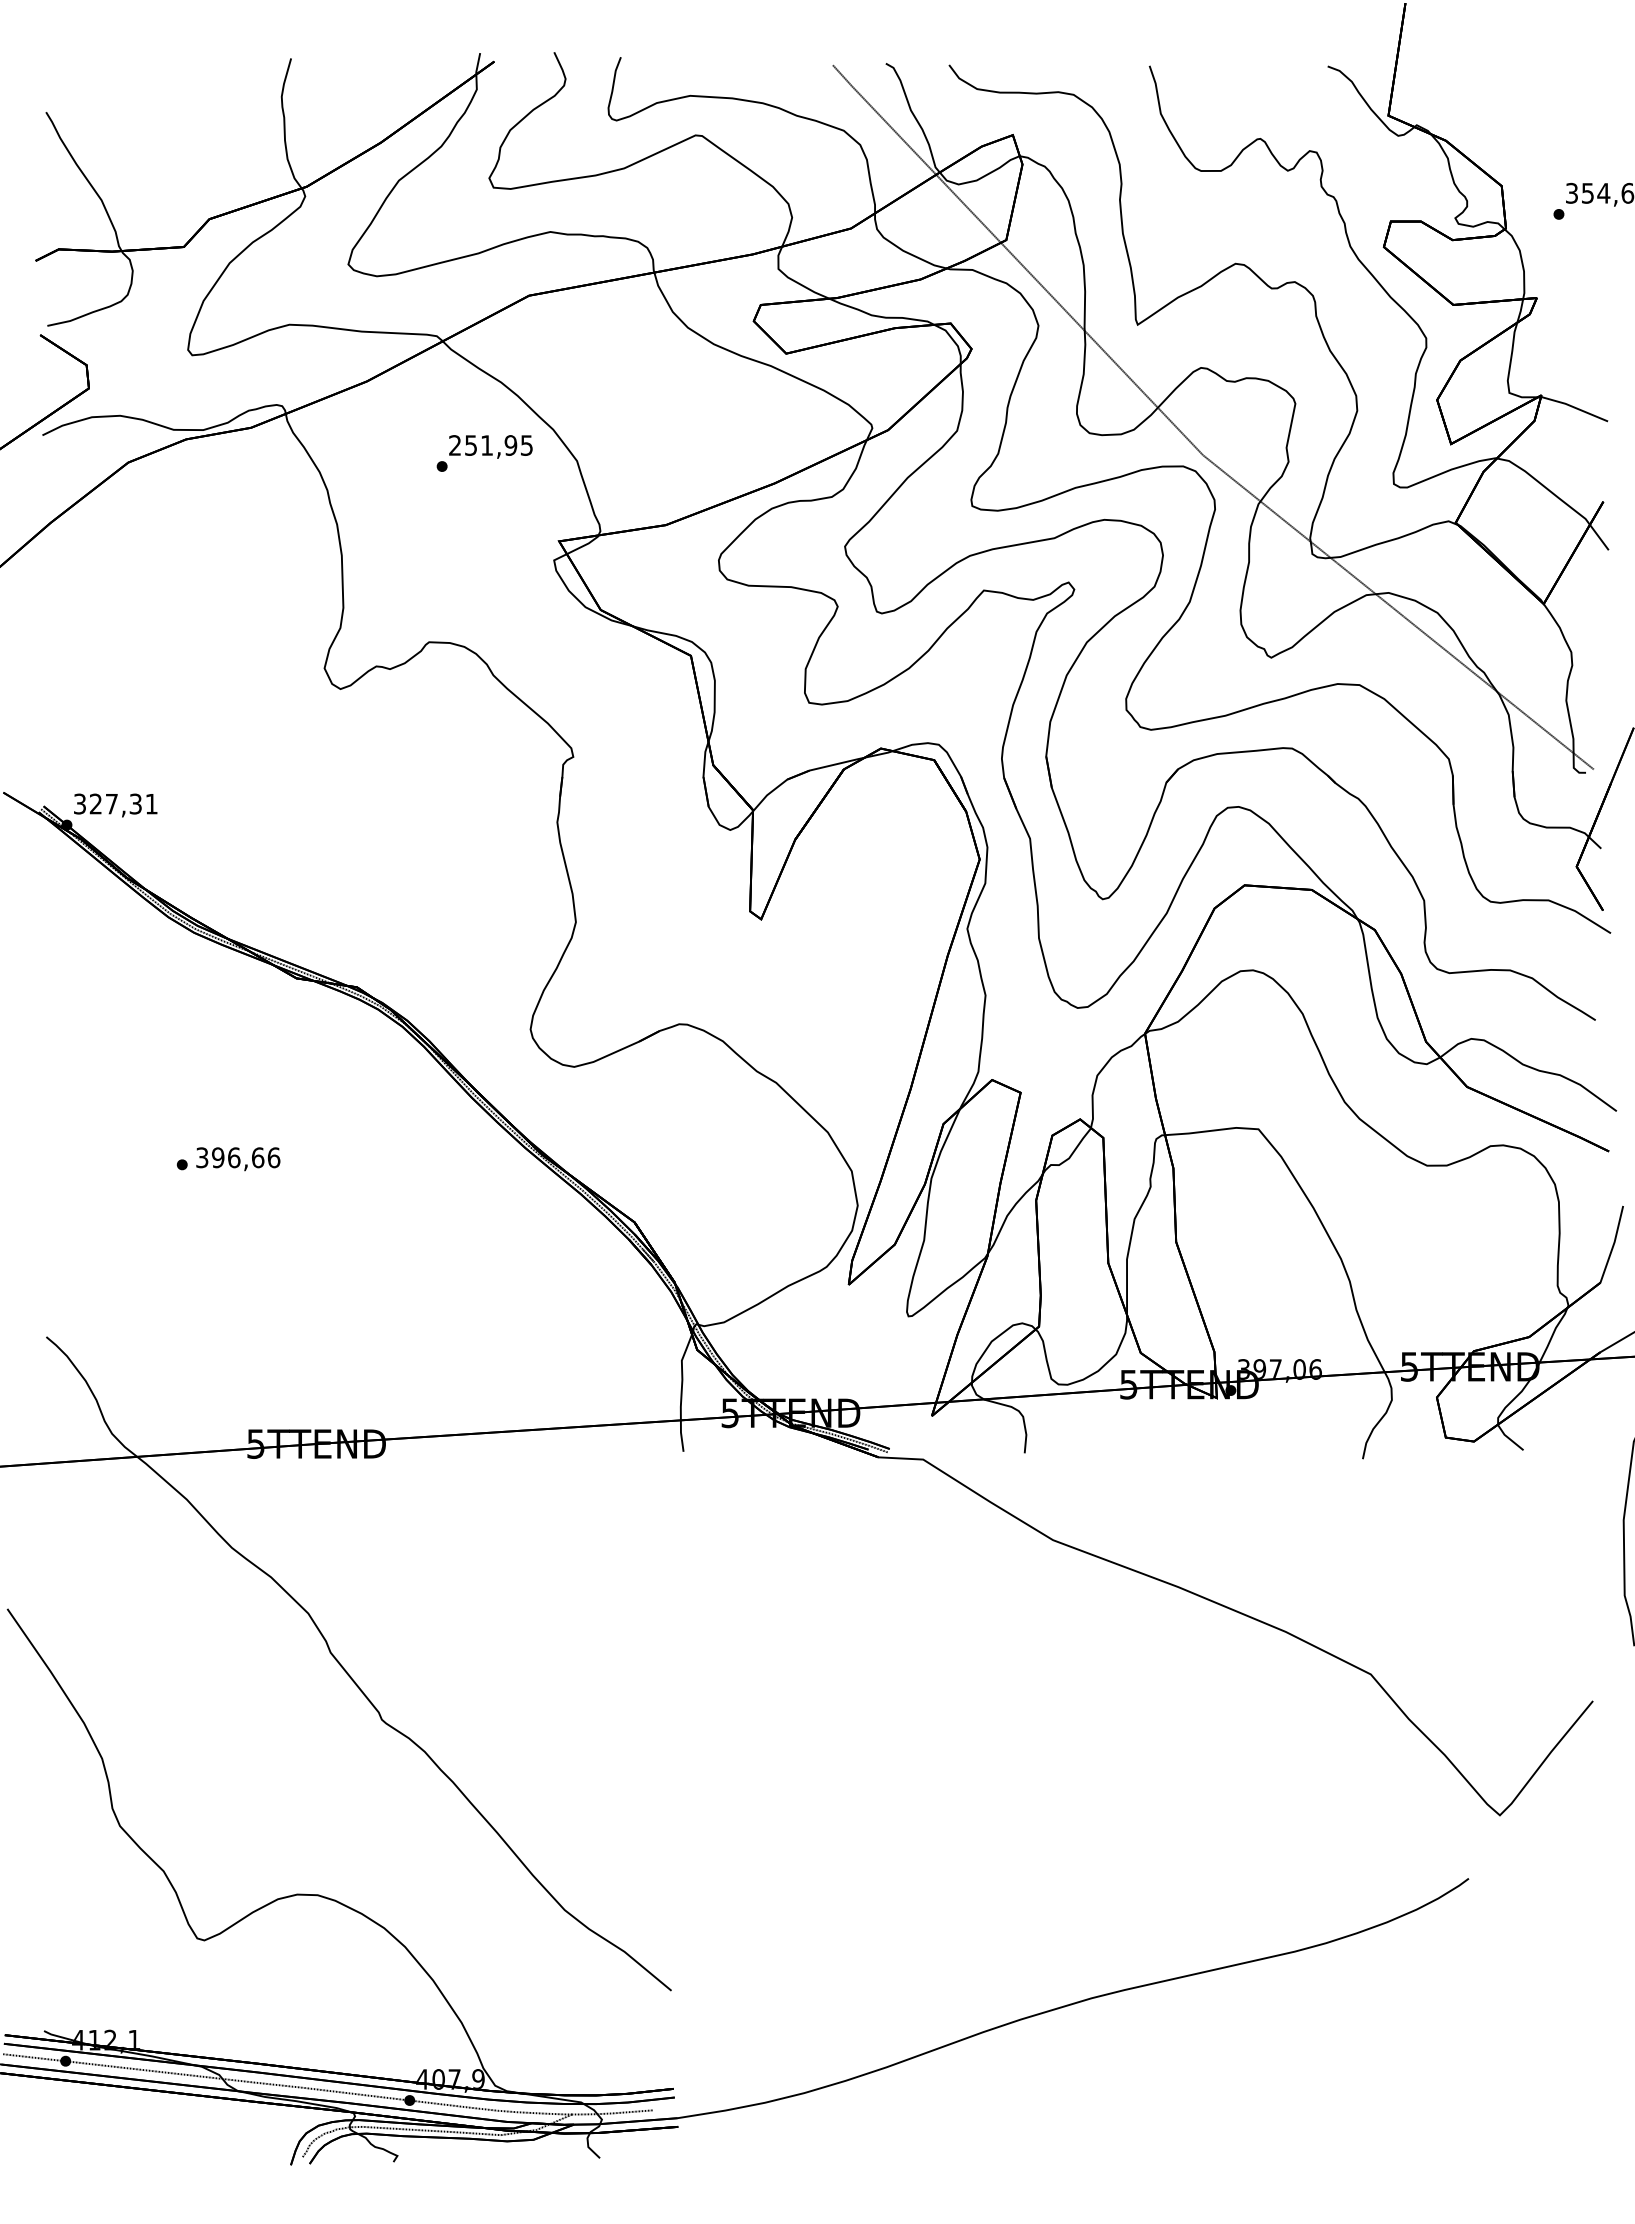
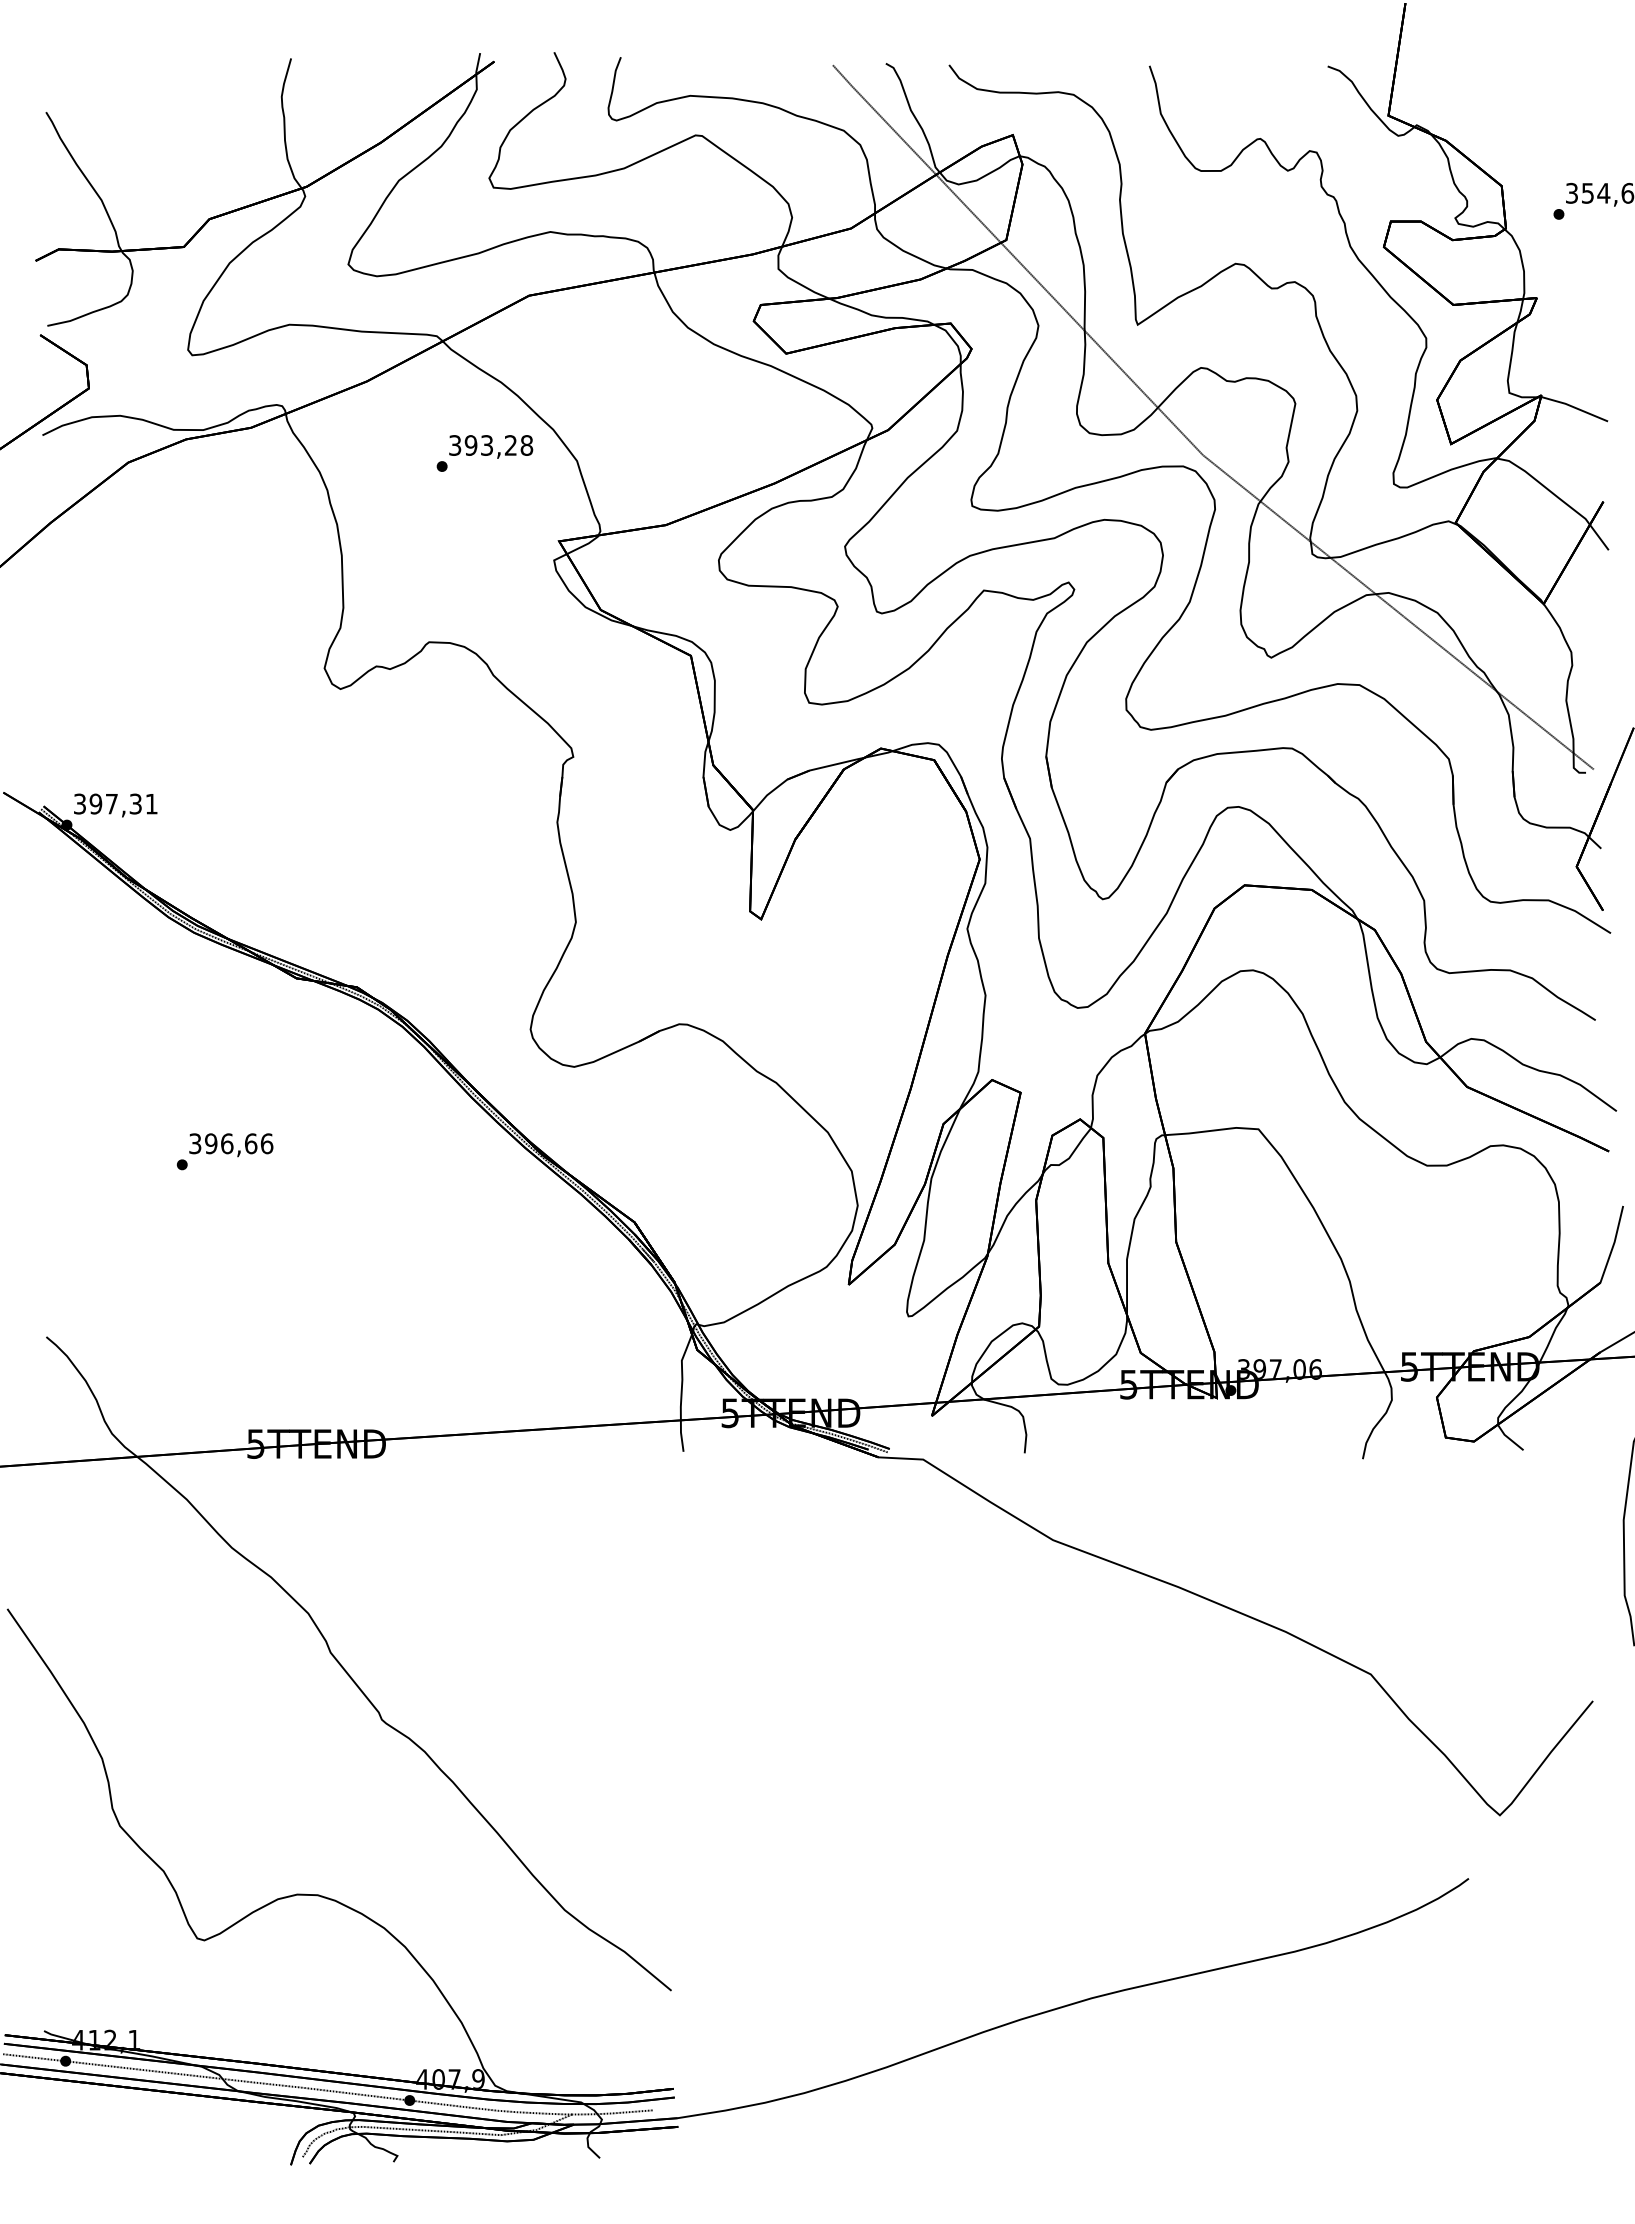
text at (491, 445): 251,95 -> 393,28
text at (95, 803): 327,31 -> 397,31
text at (238, 1159) position: (238, 1159) -> (231, 1145)
